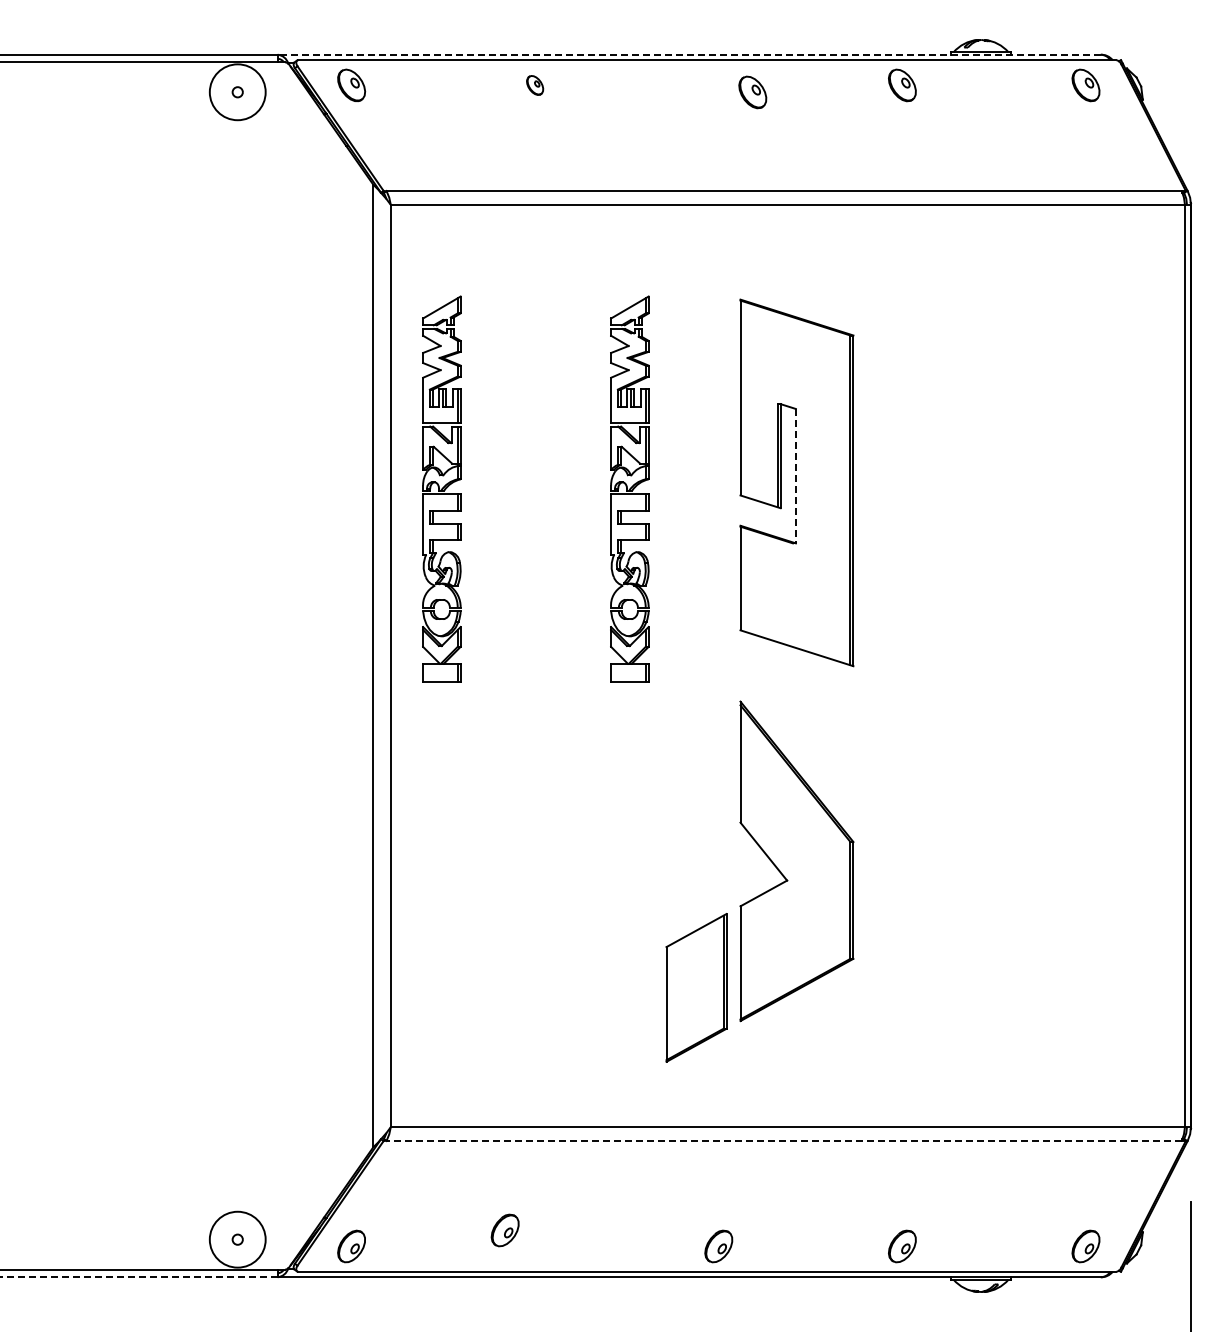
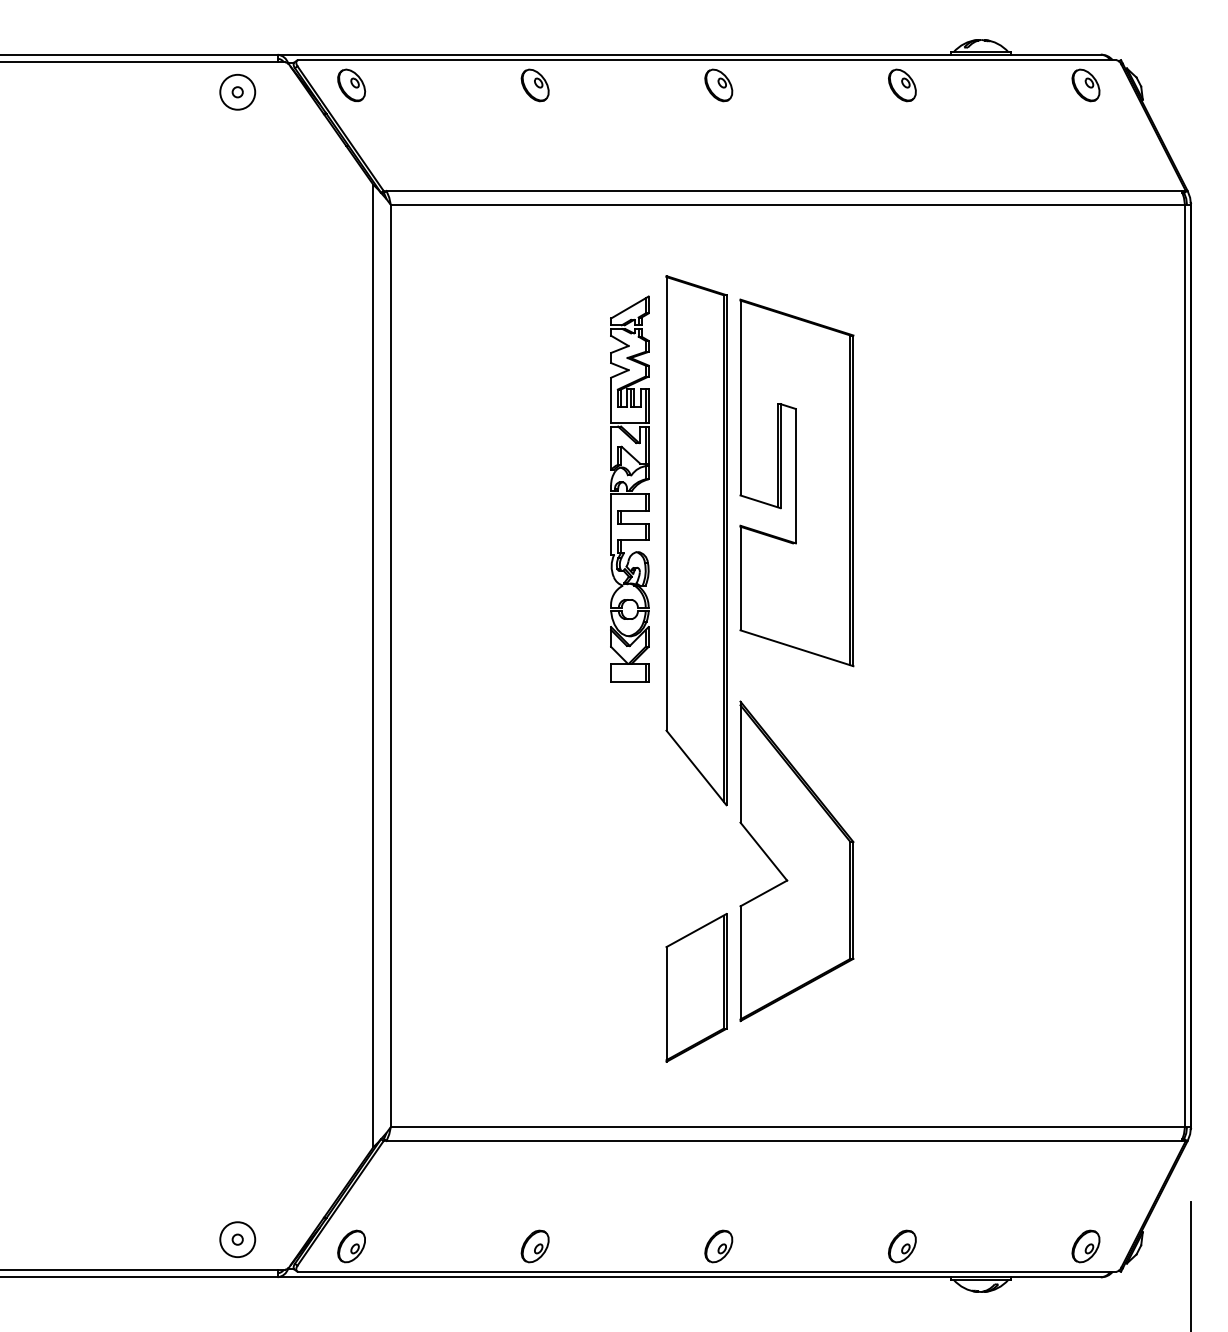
line at (689, 54): dashed -> solid
part at (535, 85) size: 19x21 px -> 30x35 px
circle at (237, 92) diameter: 56 px -> 35 px
part at (752, 92) position: (752, 92) -> (718, 85)
line at (795, 476): dashed -> solid
part at (441, 488): present -> none
part at (696, 540): none -> present
line at (784, 1141): dashed -> solid
part at (504, 1230) position: (504, 1230) -> (534, 1246)
circle at (237, 1239) diameter: 56 px -> 35 px
line at (138, 1277): dashed -> solid
